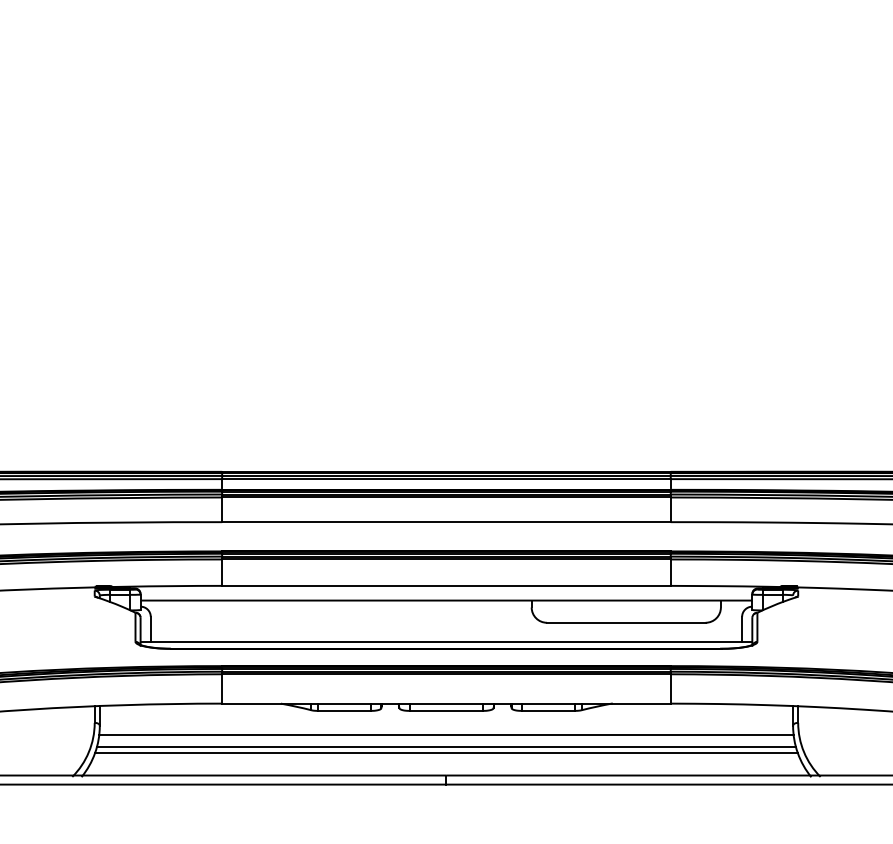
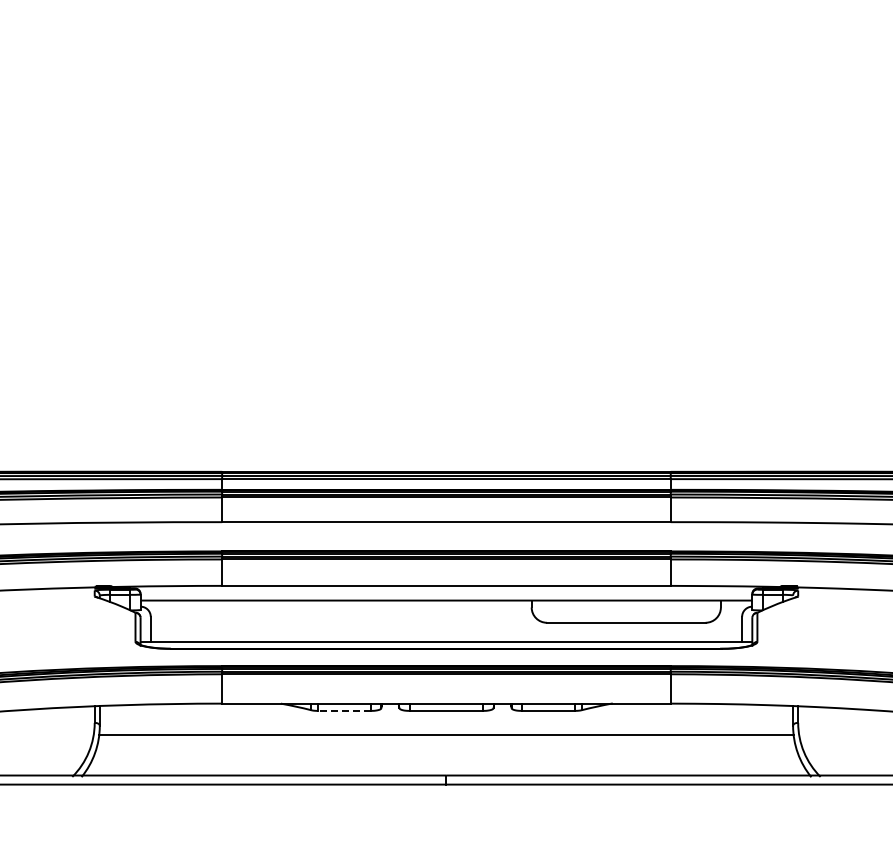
line at (344, 710): solid -> dashed
line at (446, 746): present -> none
line at (446, 752): present -> none
